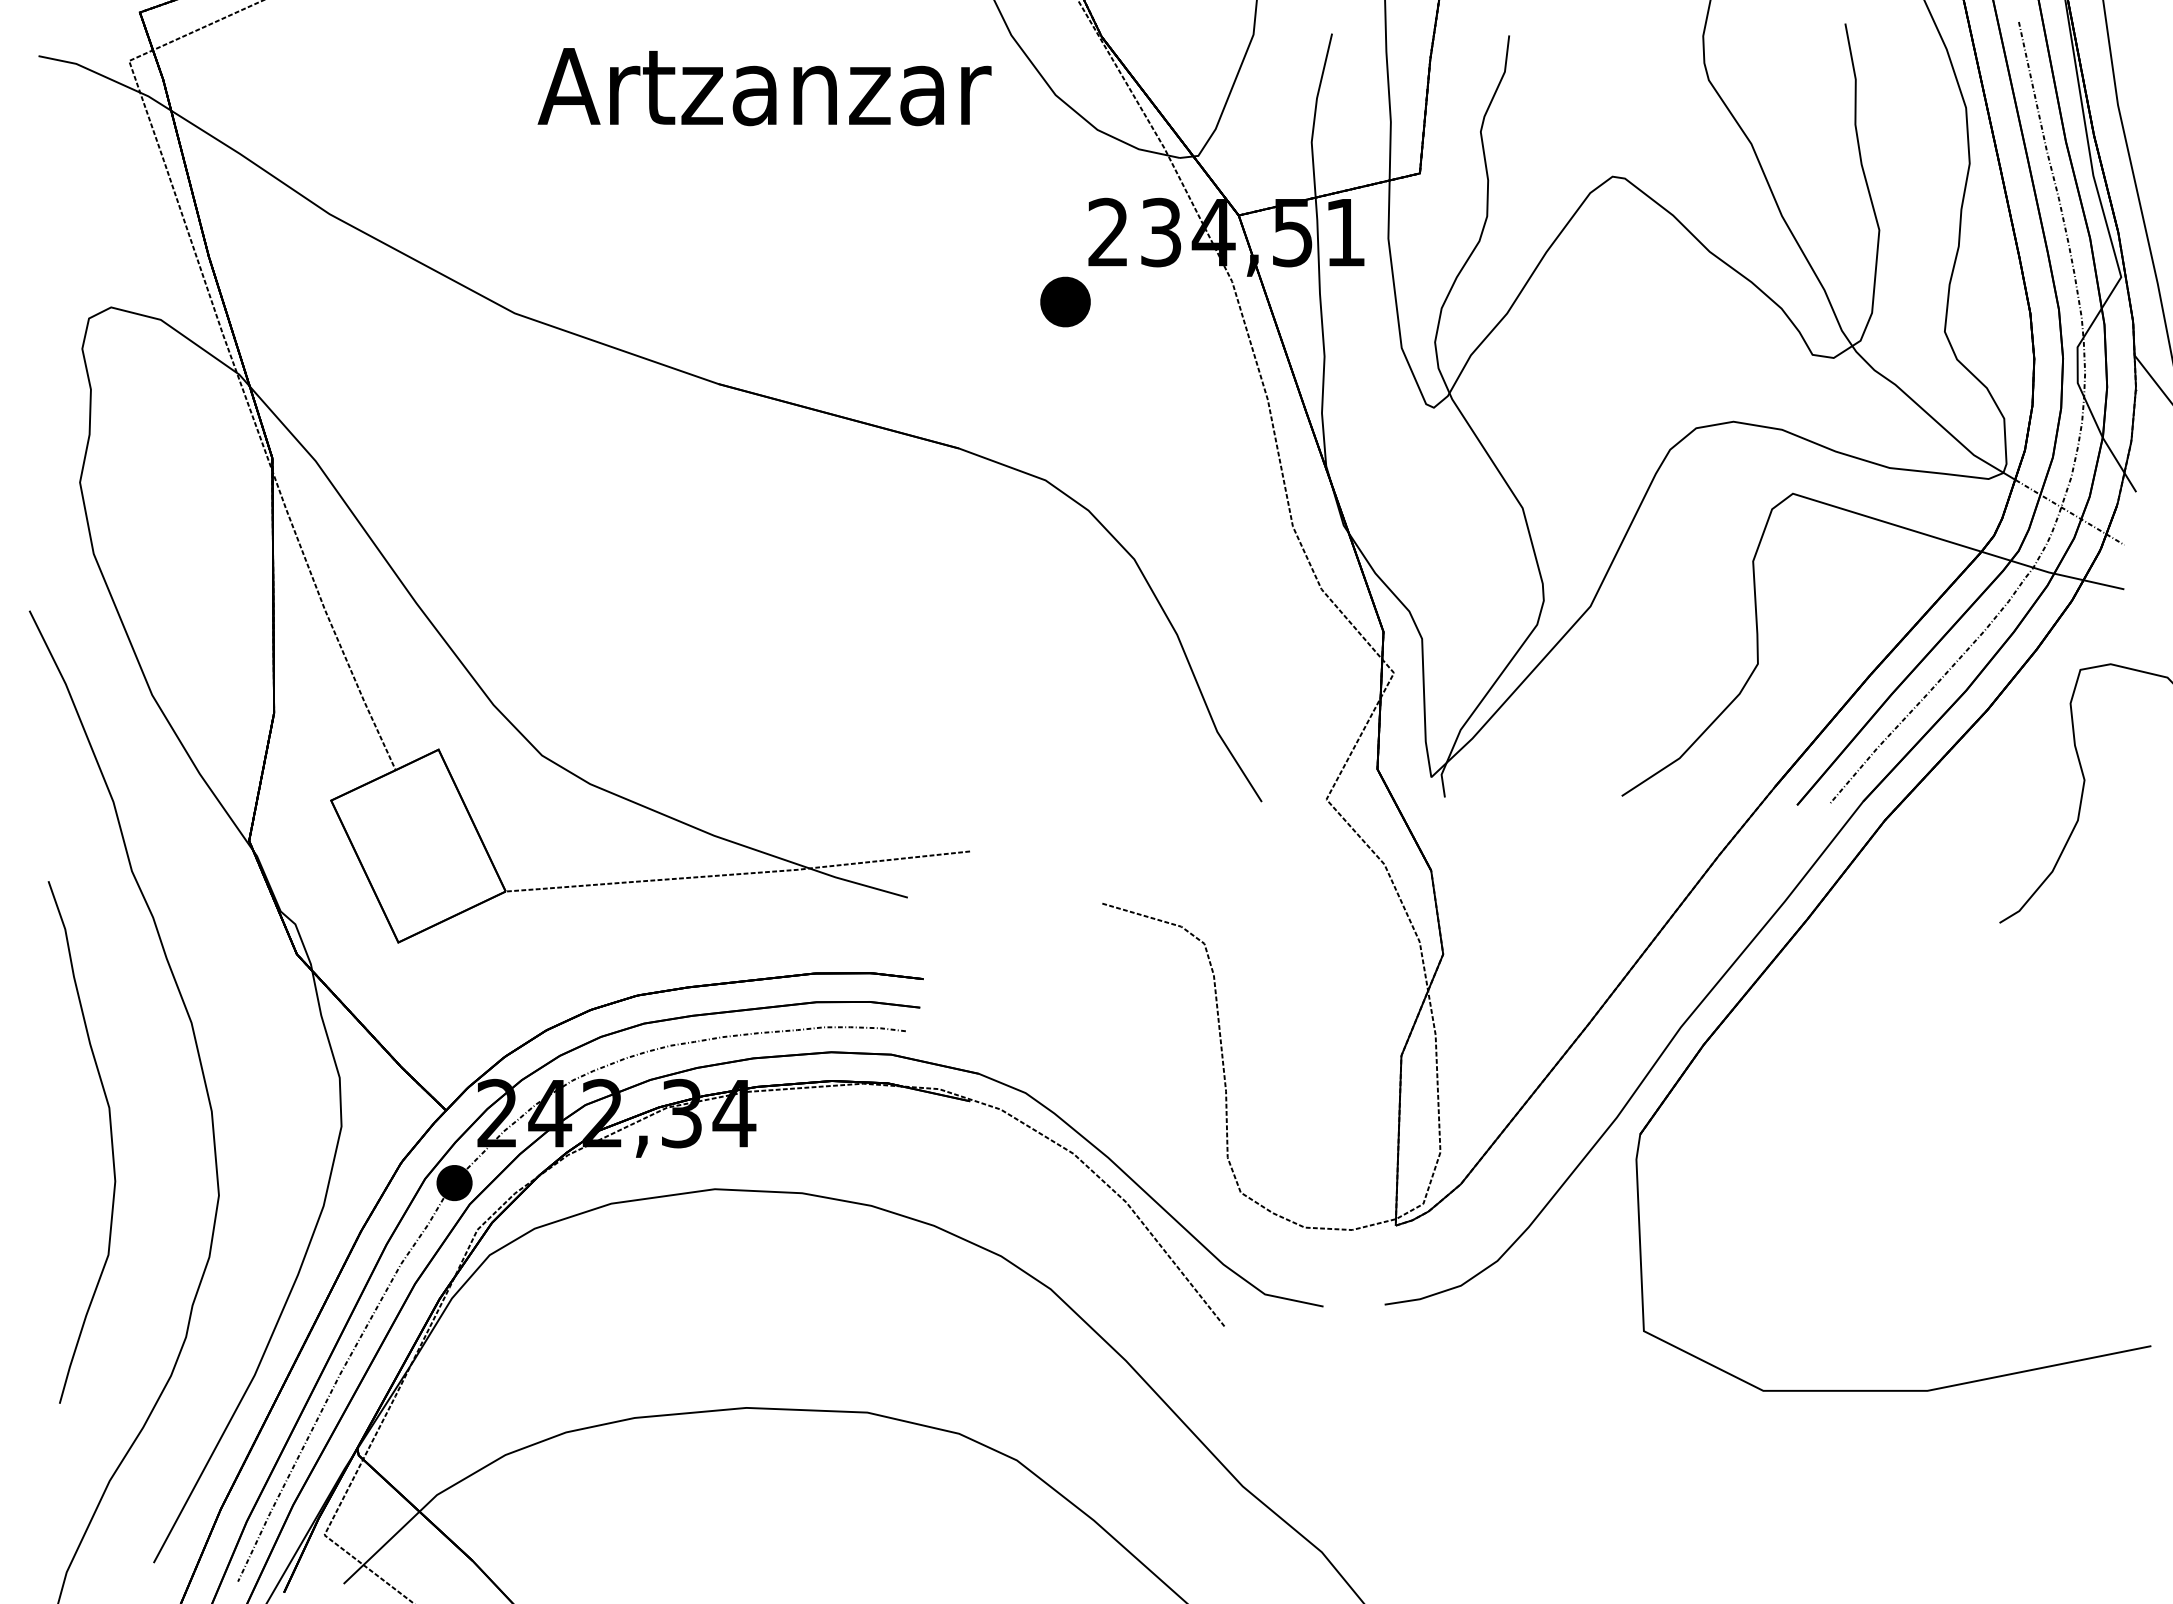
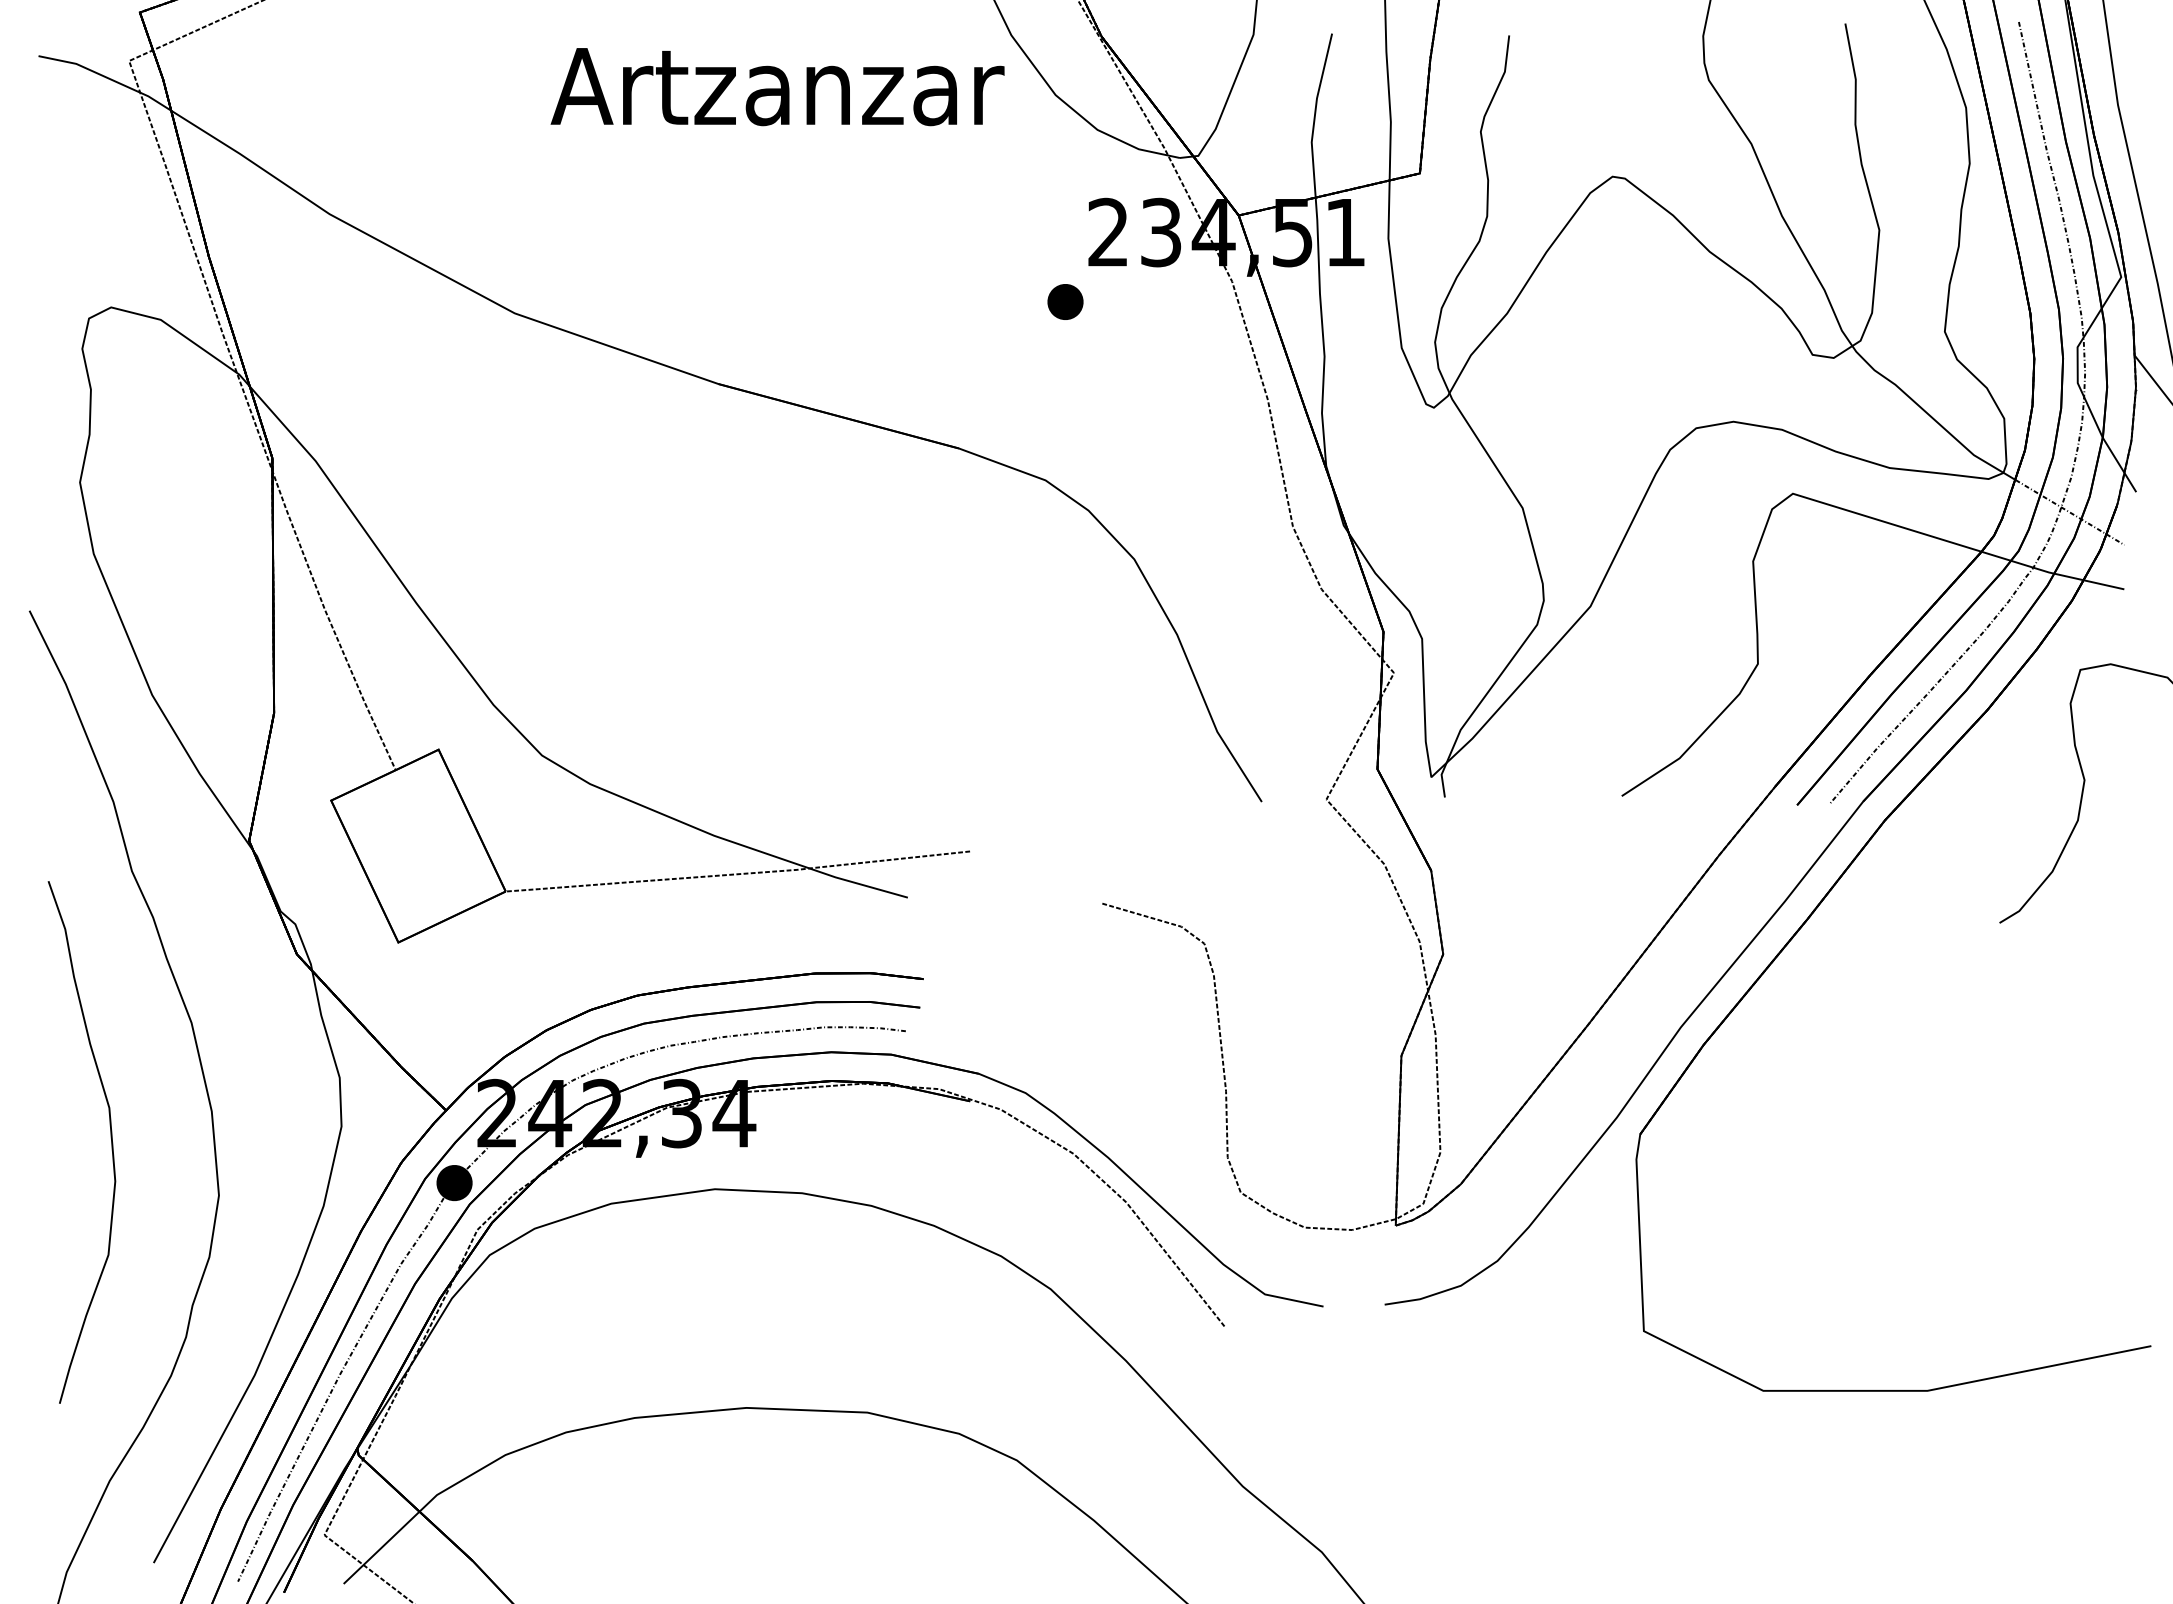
text at (764, 87) position: (764, 87) -> (777, 87)
part at (1065, 301) size: 51x52 px -> 37x36 px
